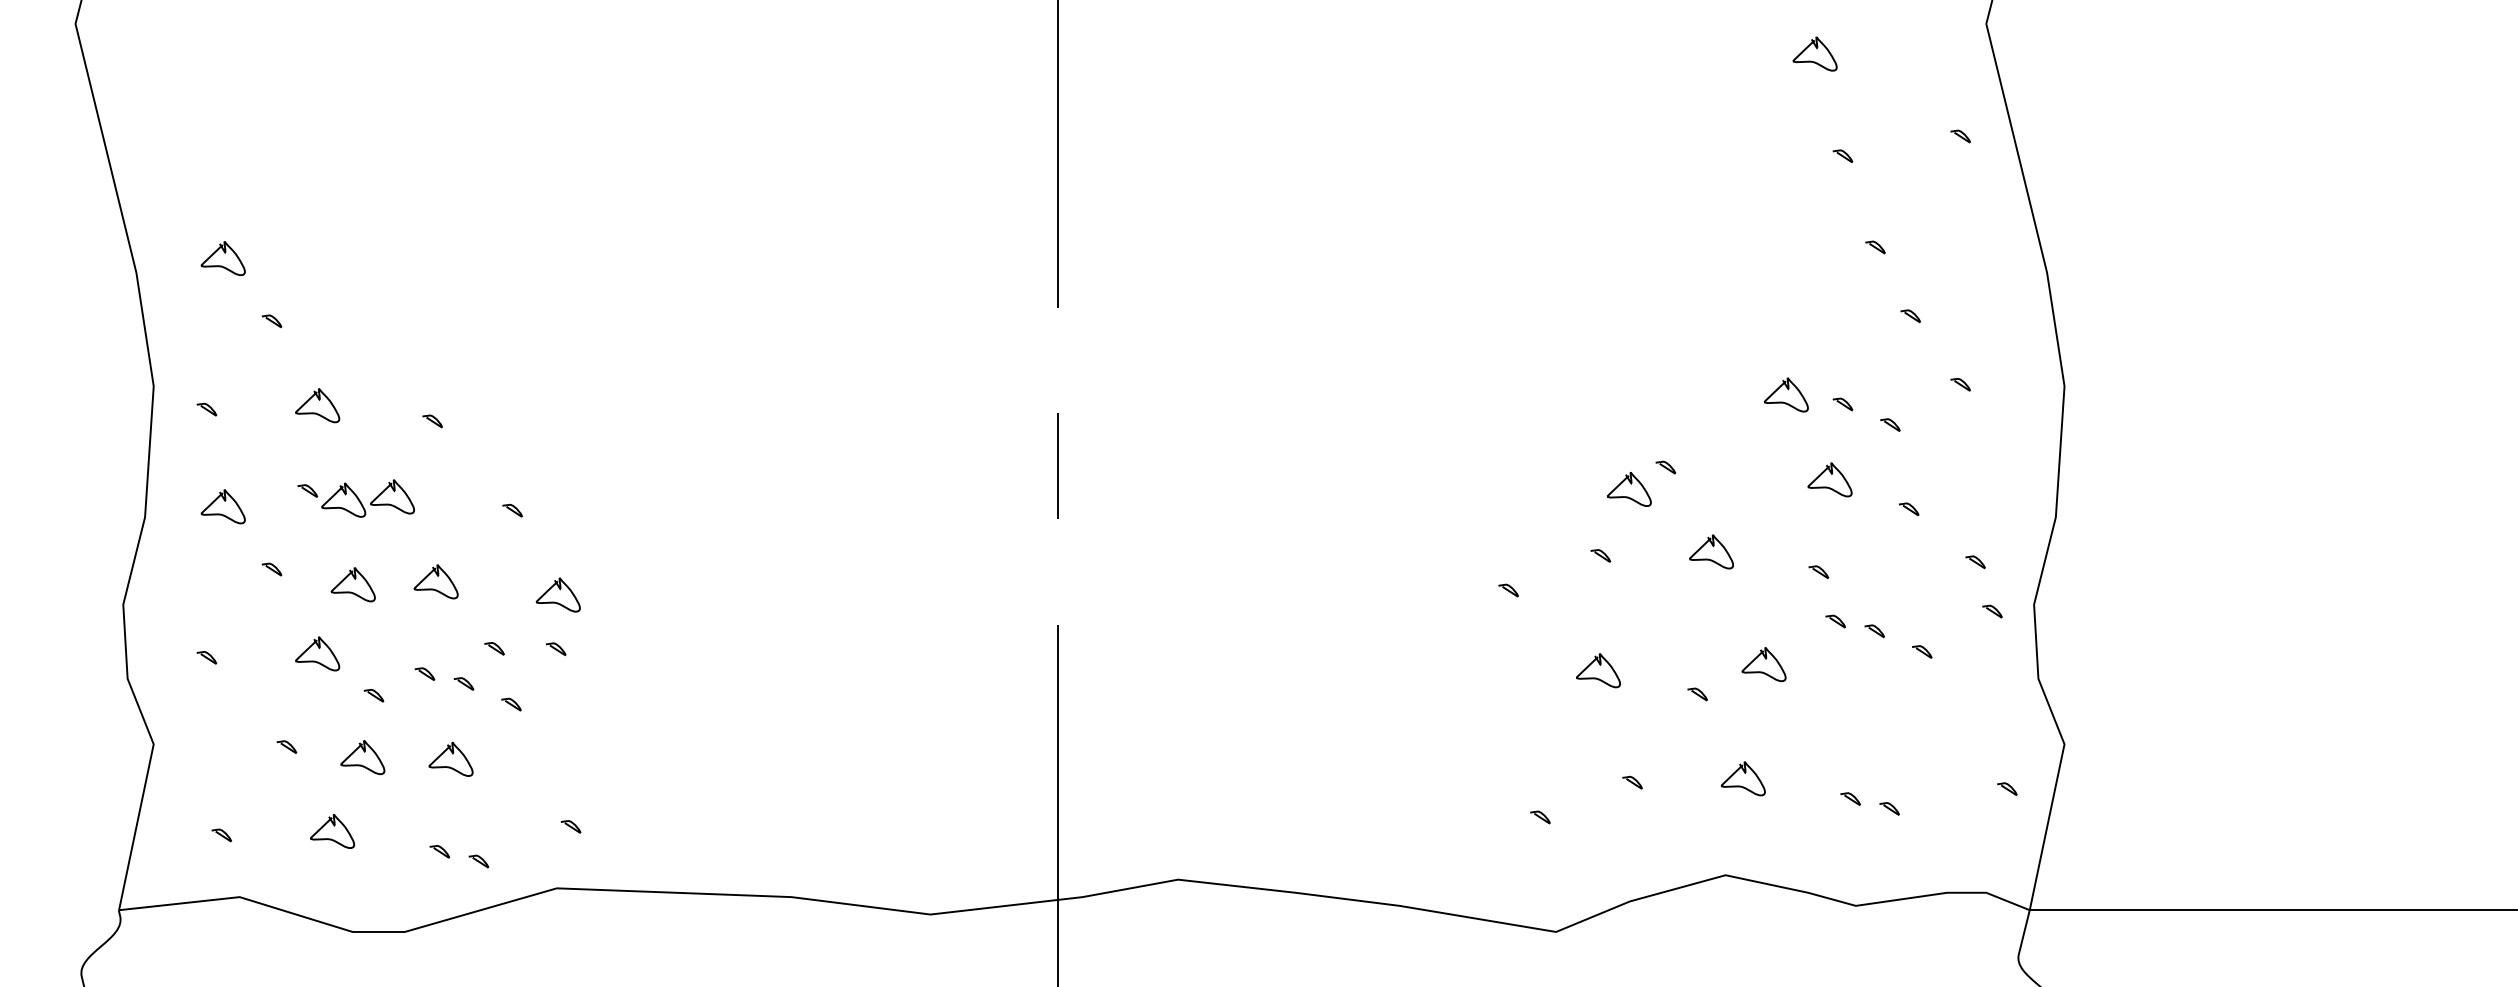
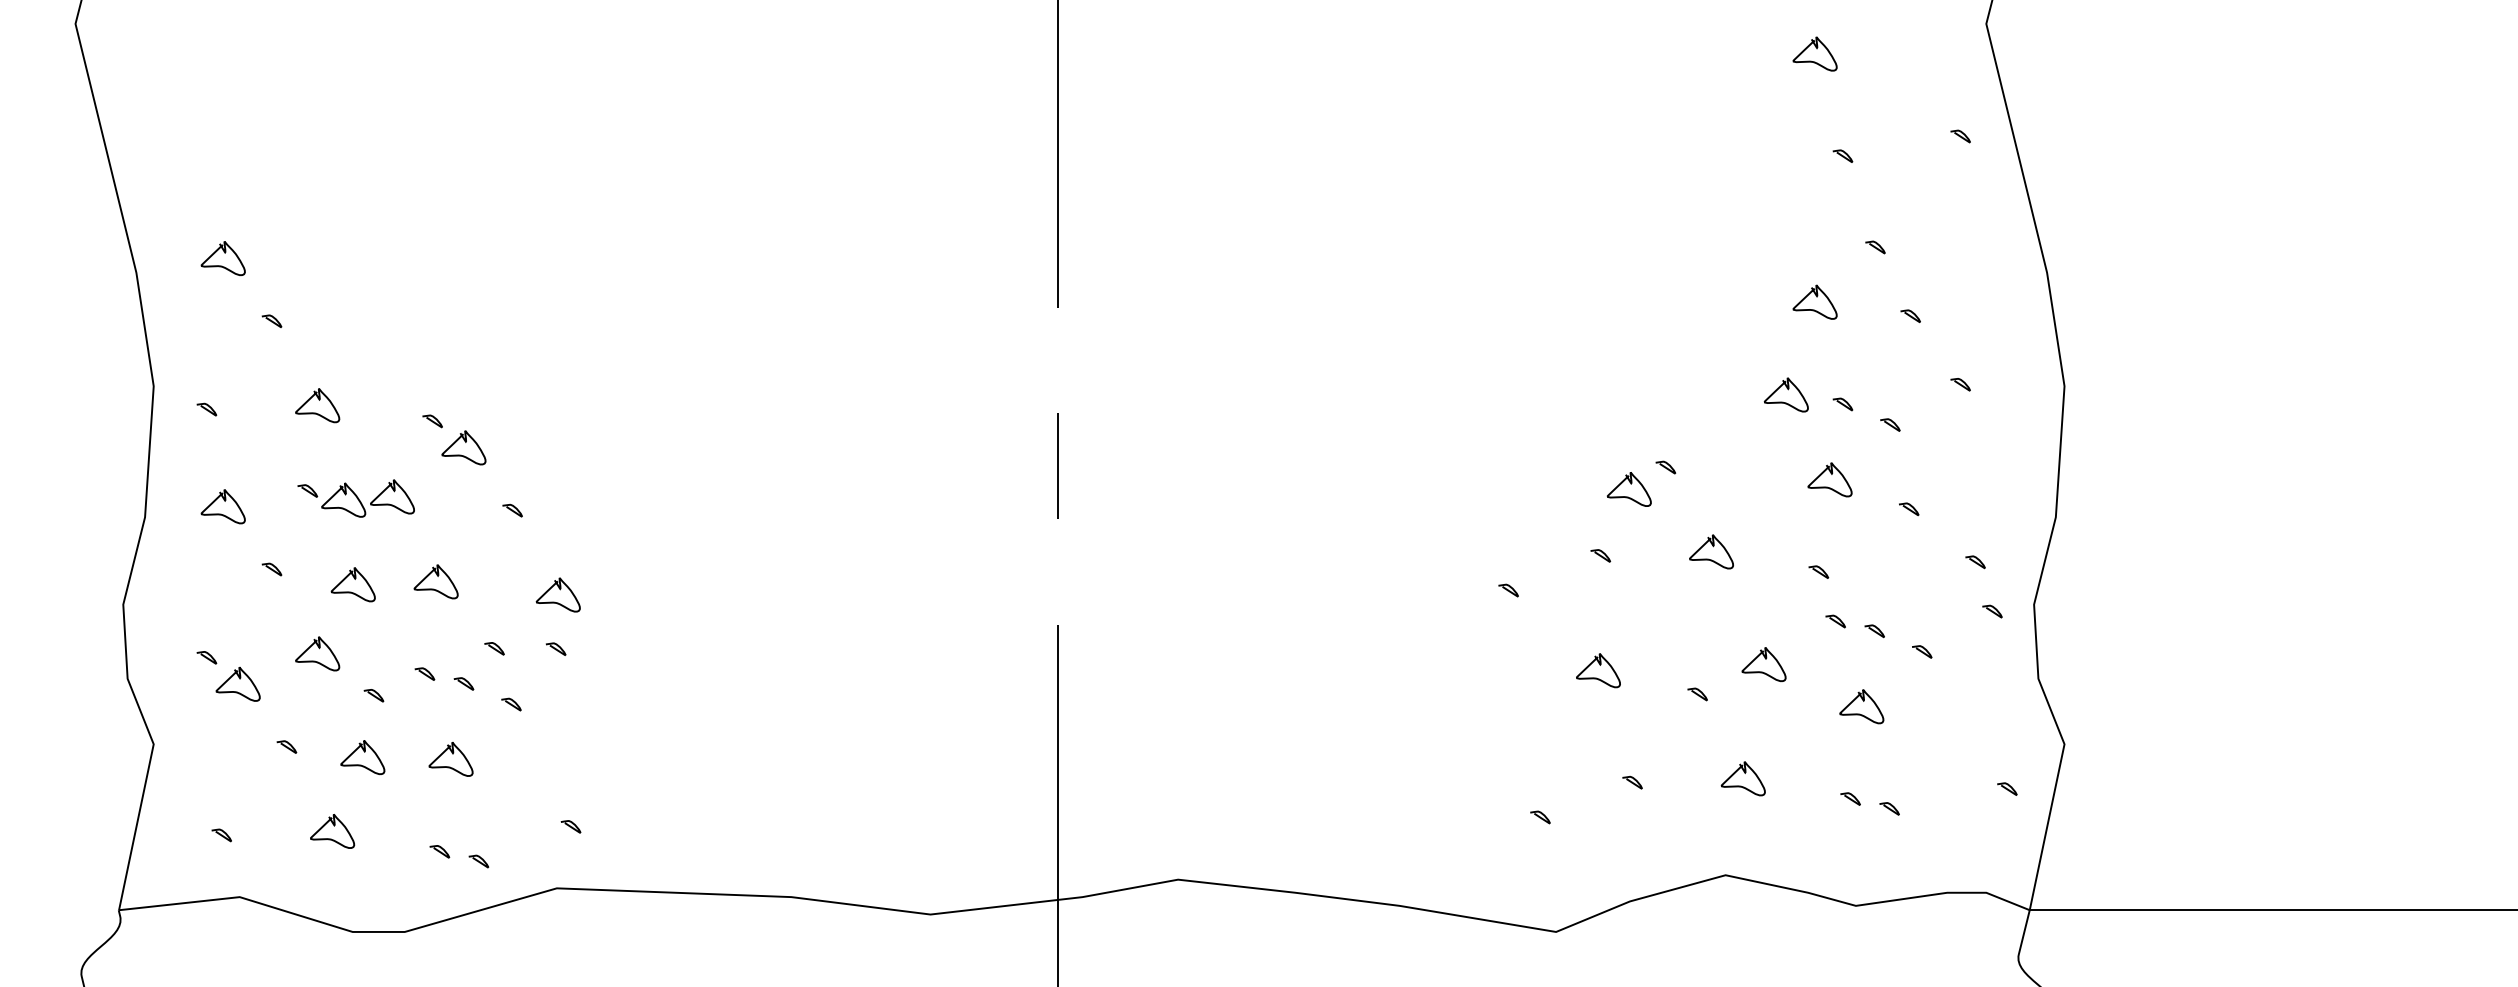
curve at (1816, 297): none -> present
curve at (465, 442): none -> present
curve at (239, 679): none -> present
curve at (1863, 701): none -> present
